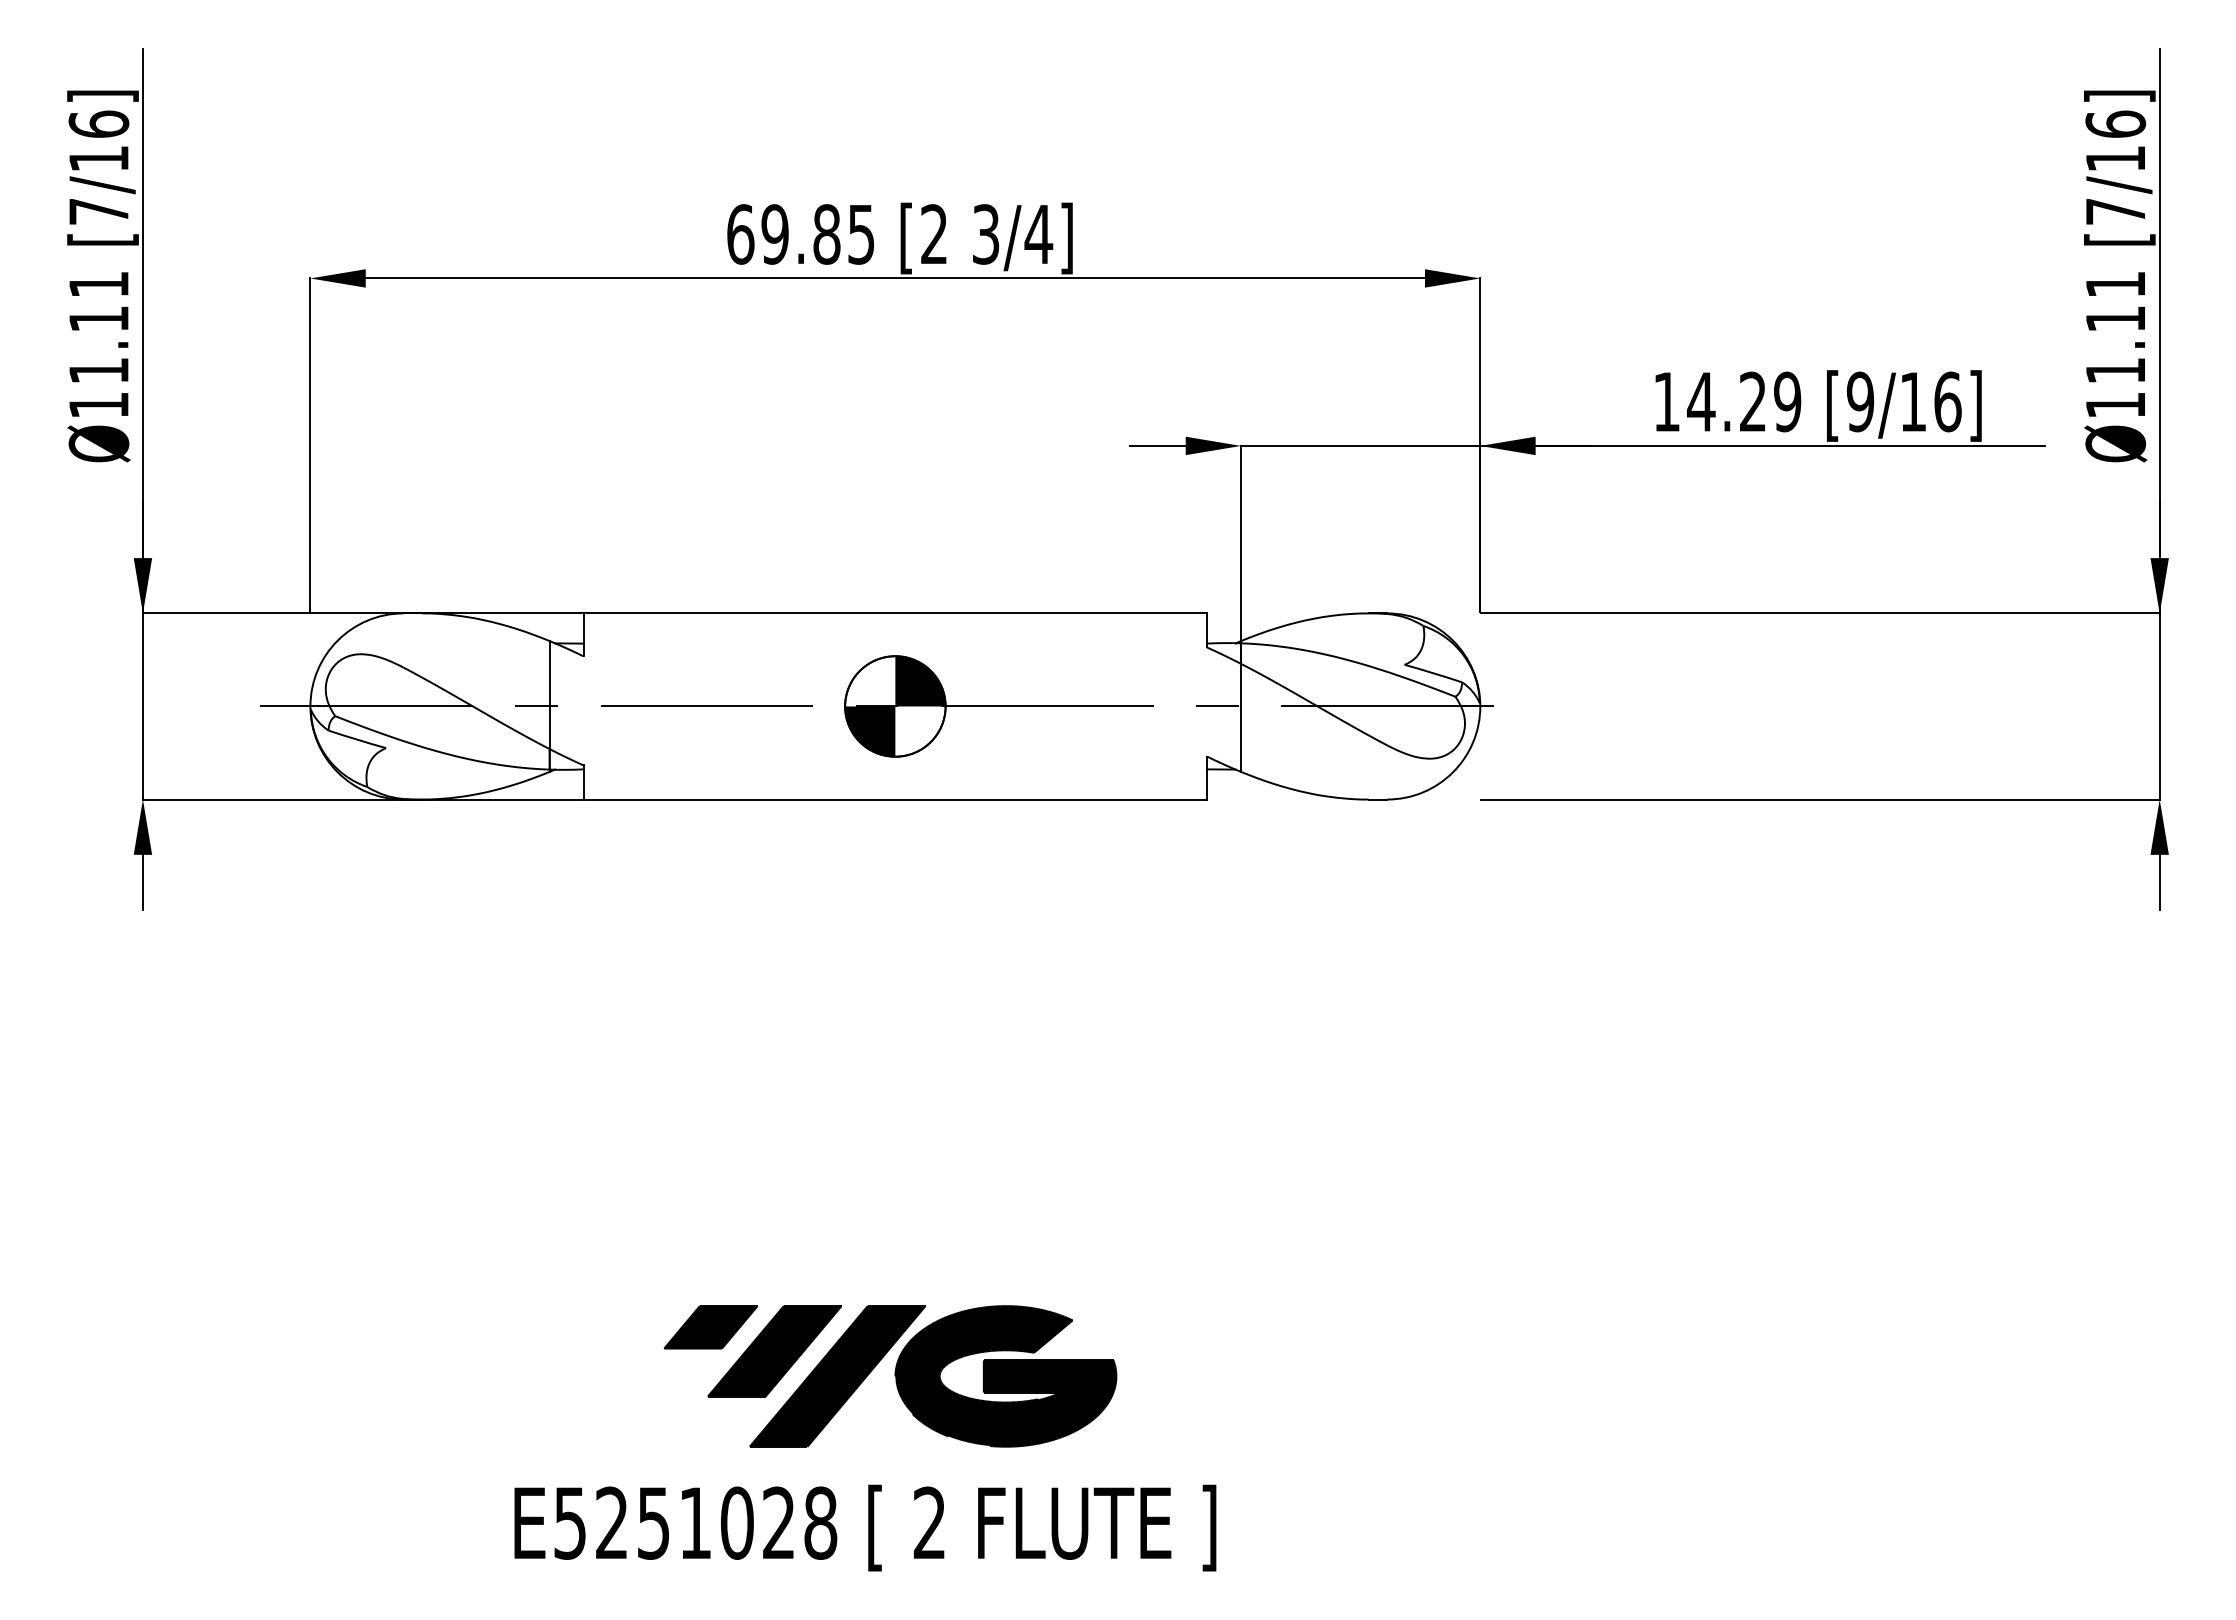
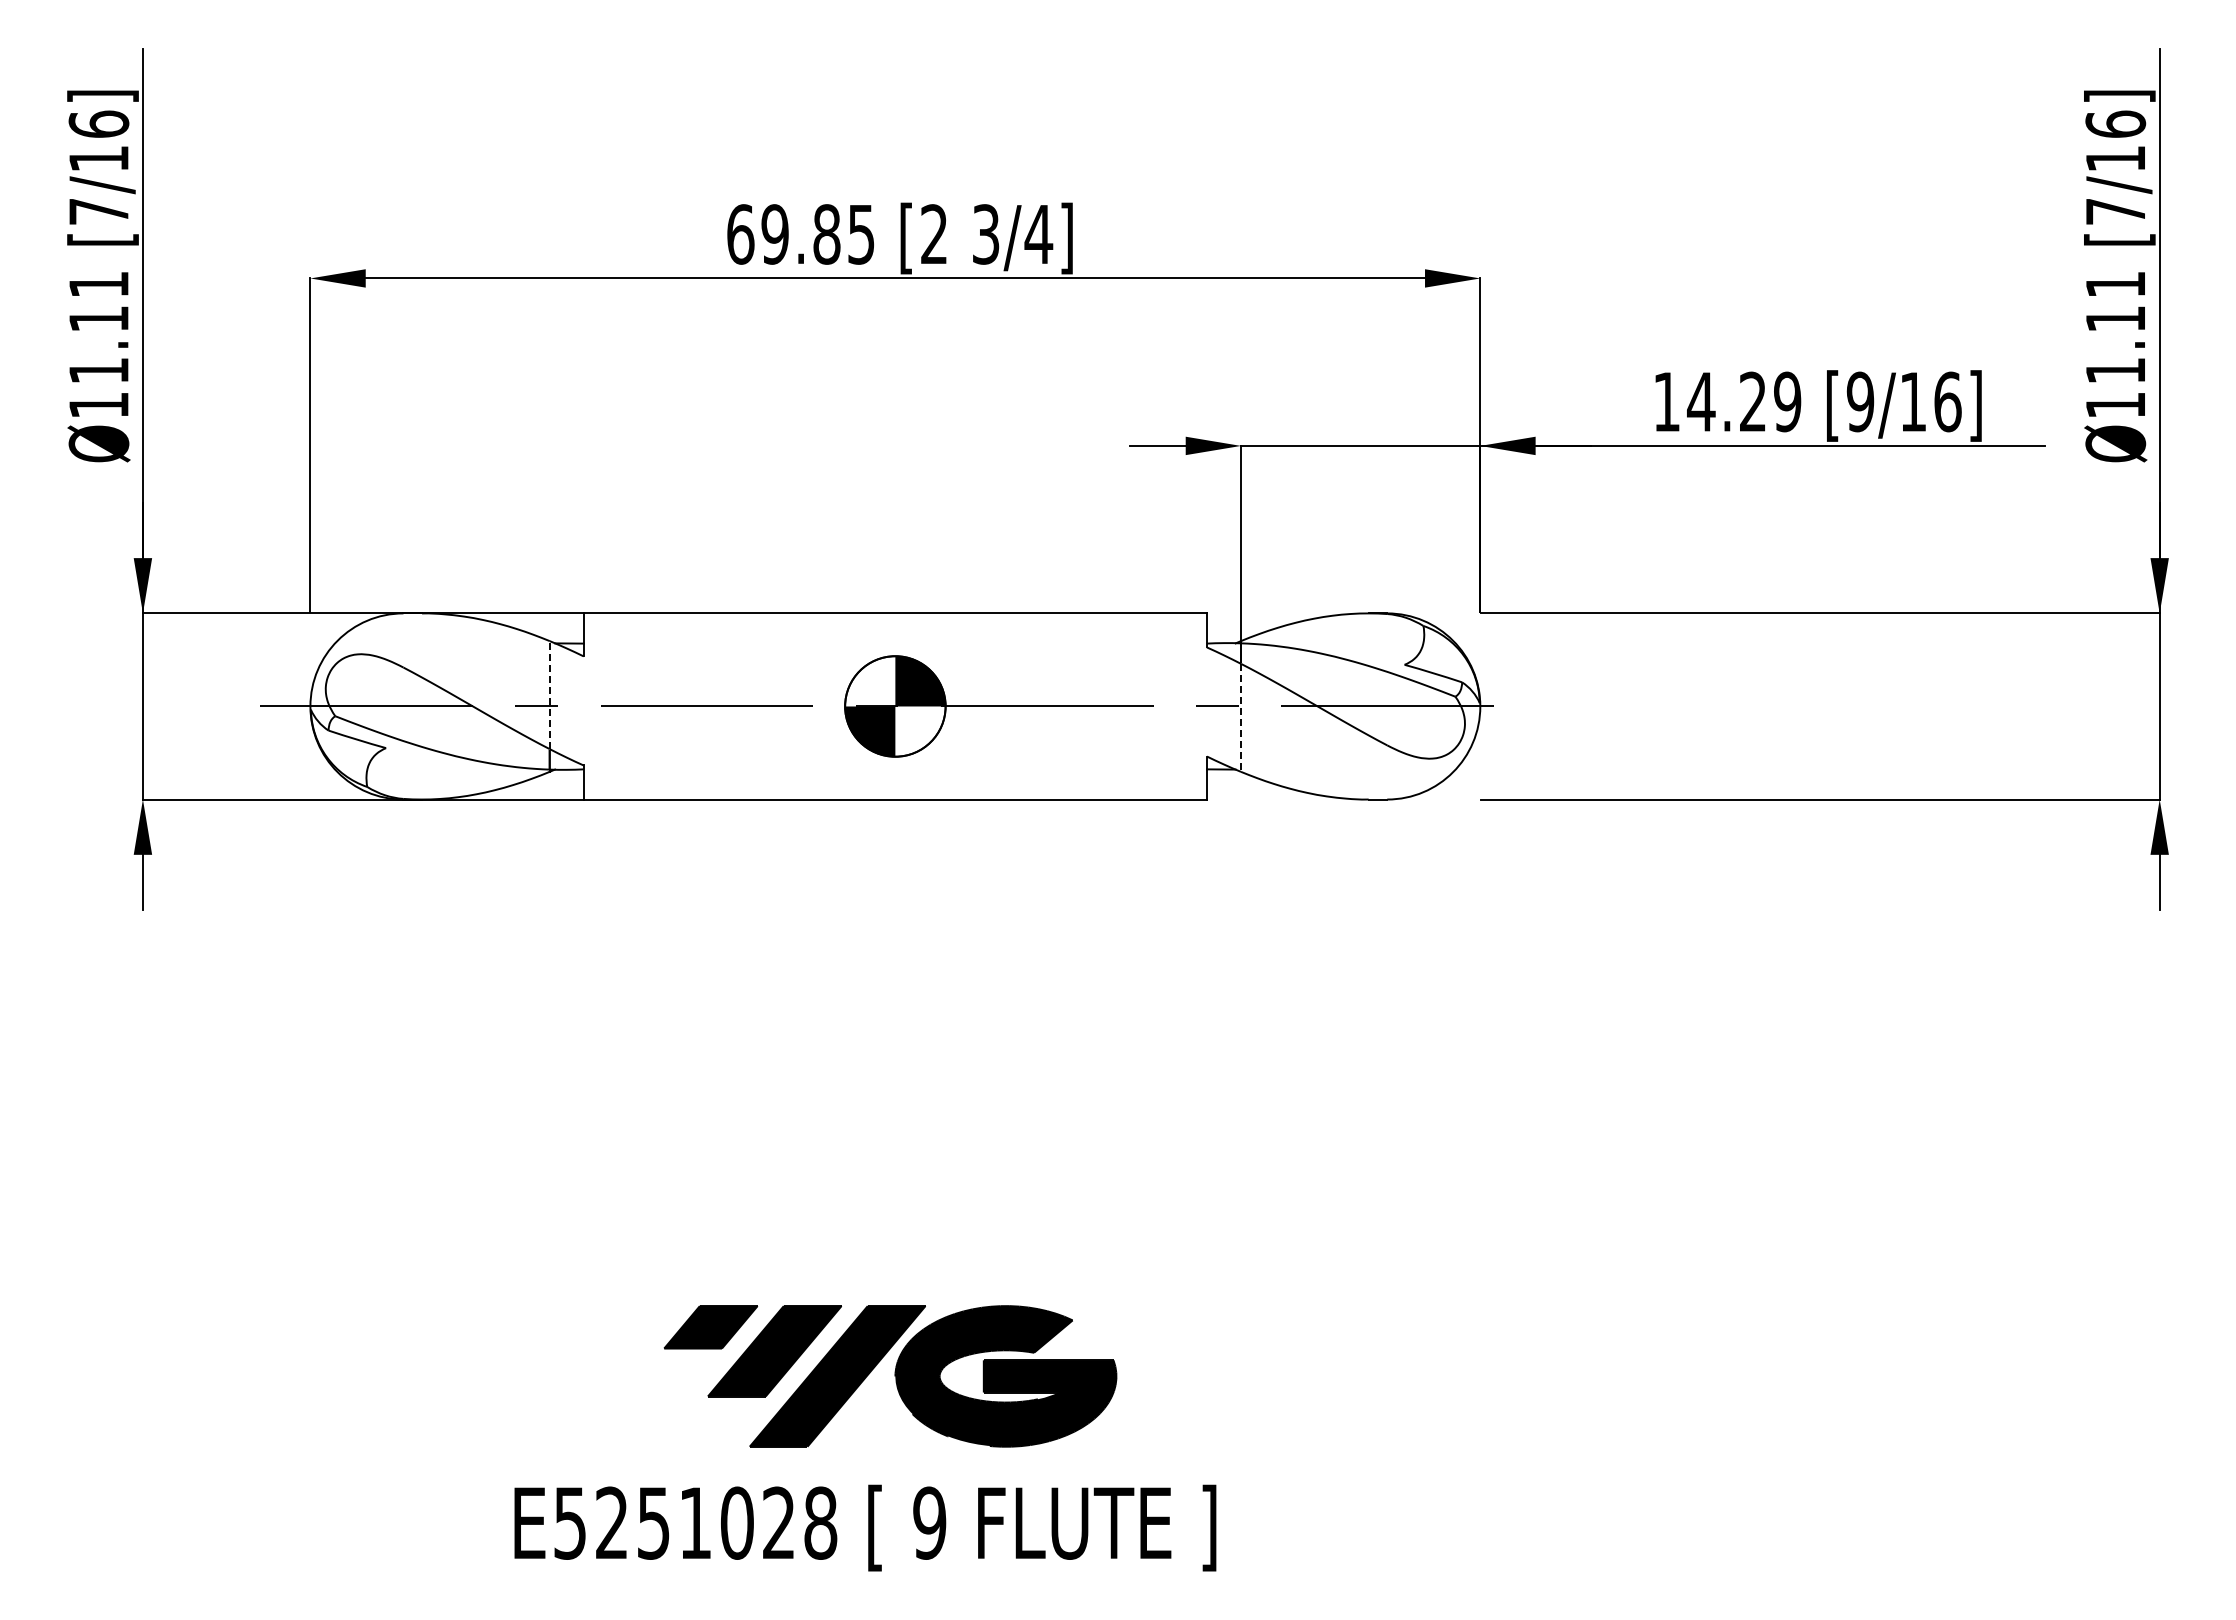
line at (549, 694): solid -> dashed
line at (1241, 718): solid -> dashed
text at (929, 1522): 2 -> 9
